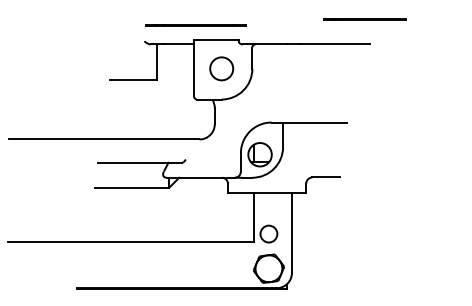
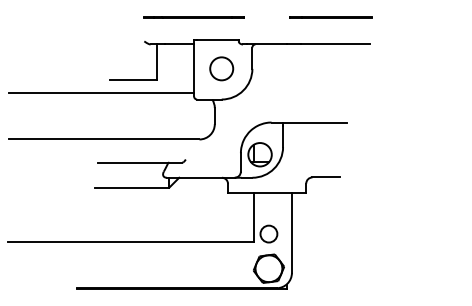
line at (364, 19) position: (364, 19) -> (330, 17)
line at (195, 25) position: (195, 25) -> (193, 17)
line at (101, 92): none -> present
